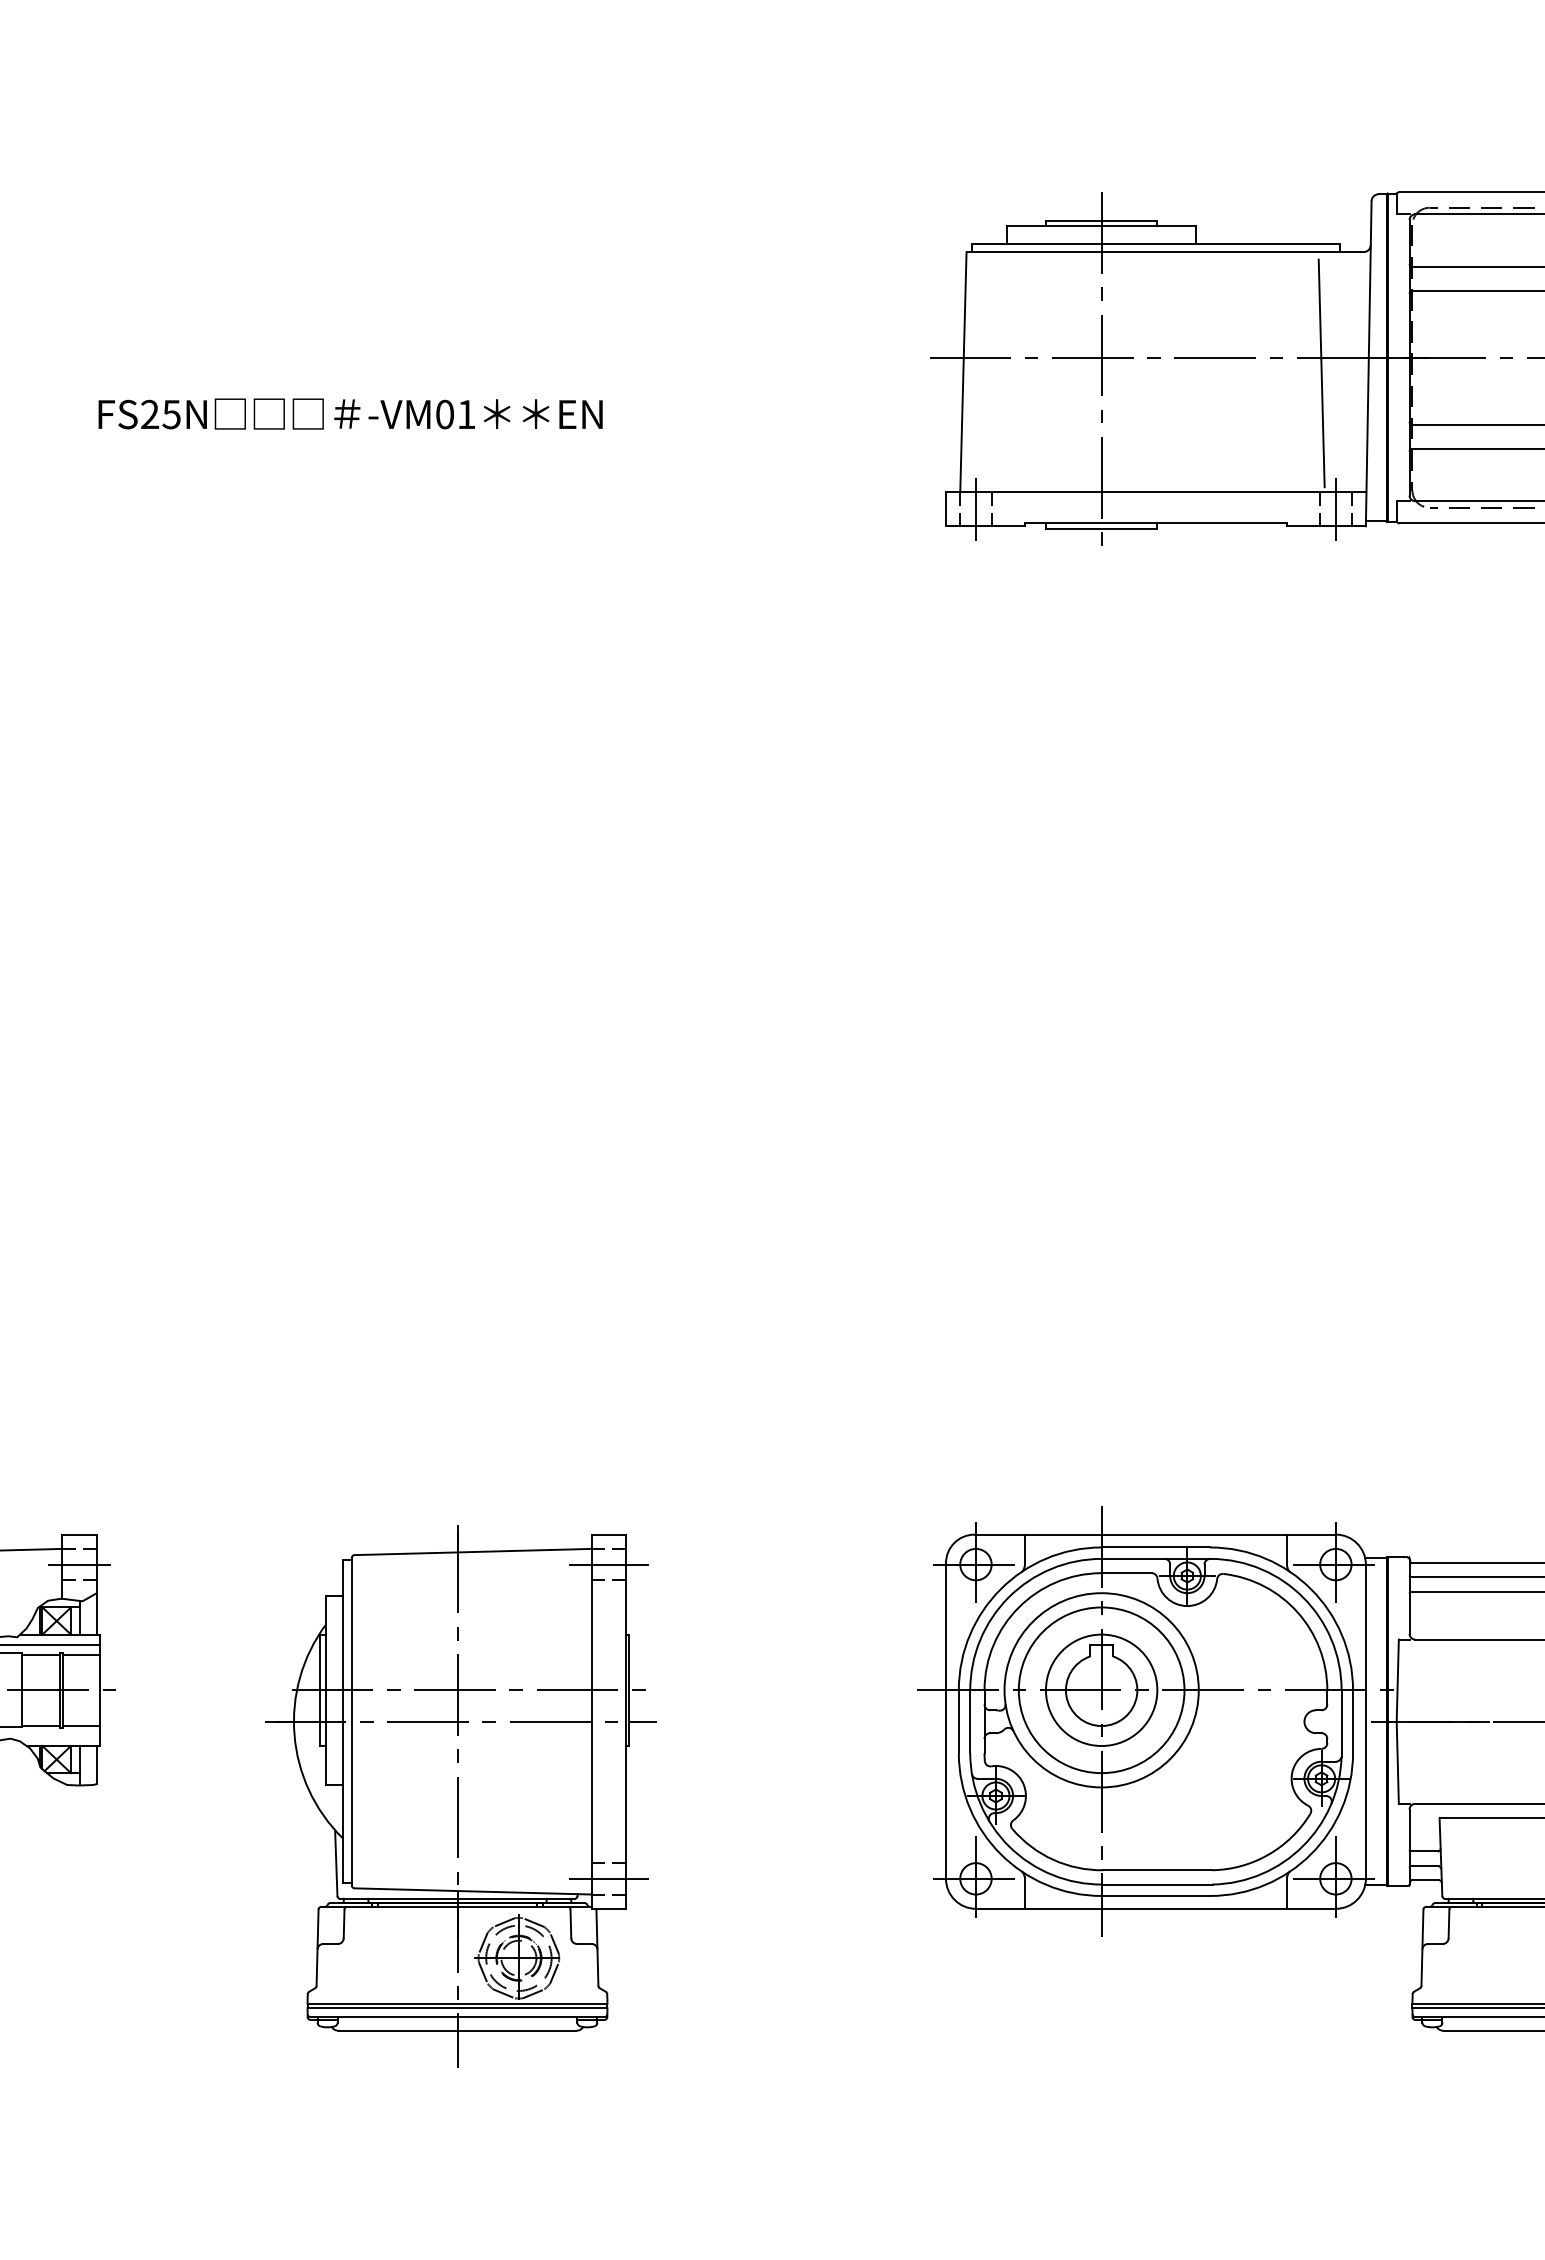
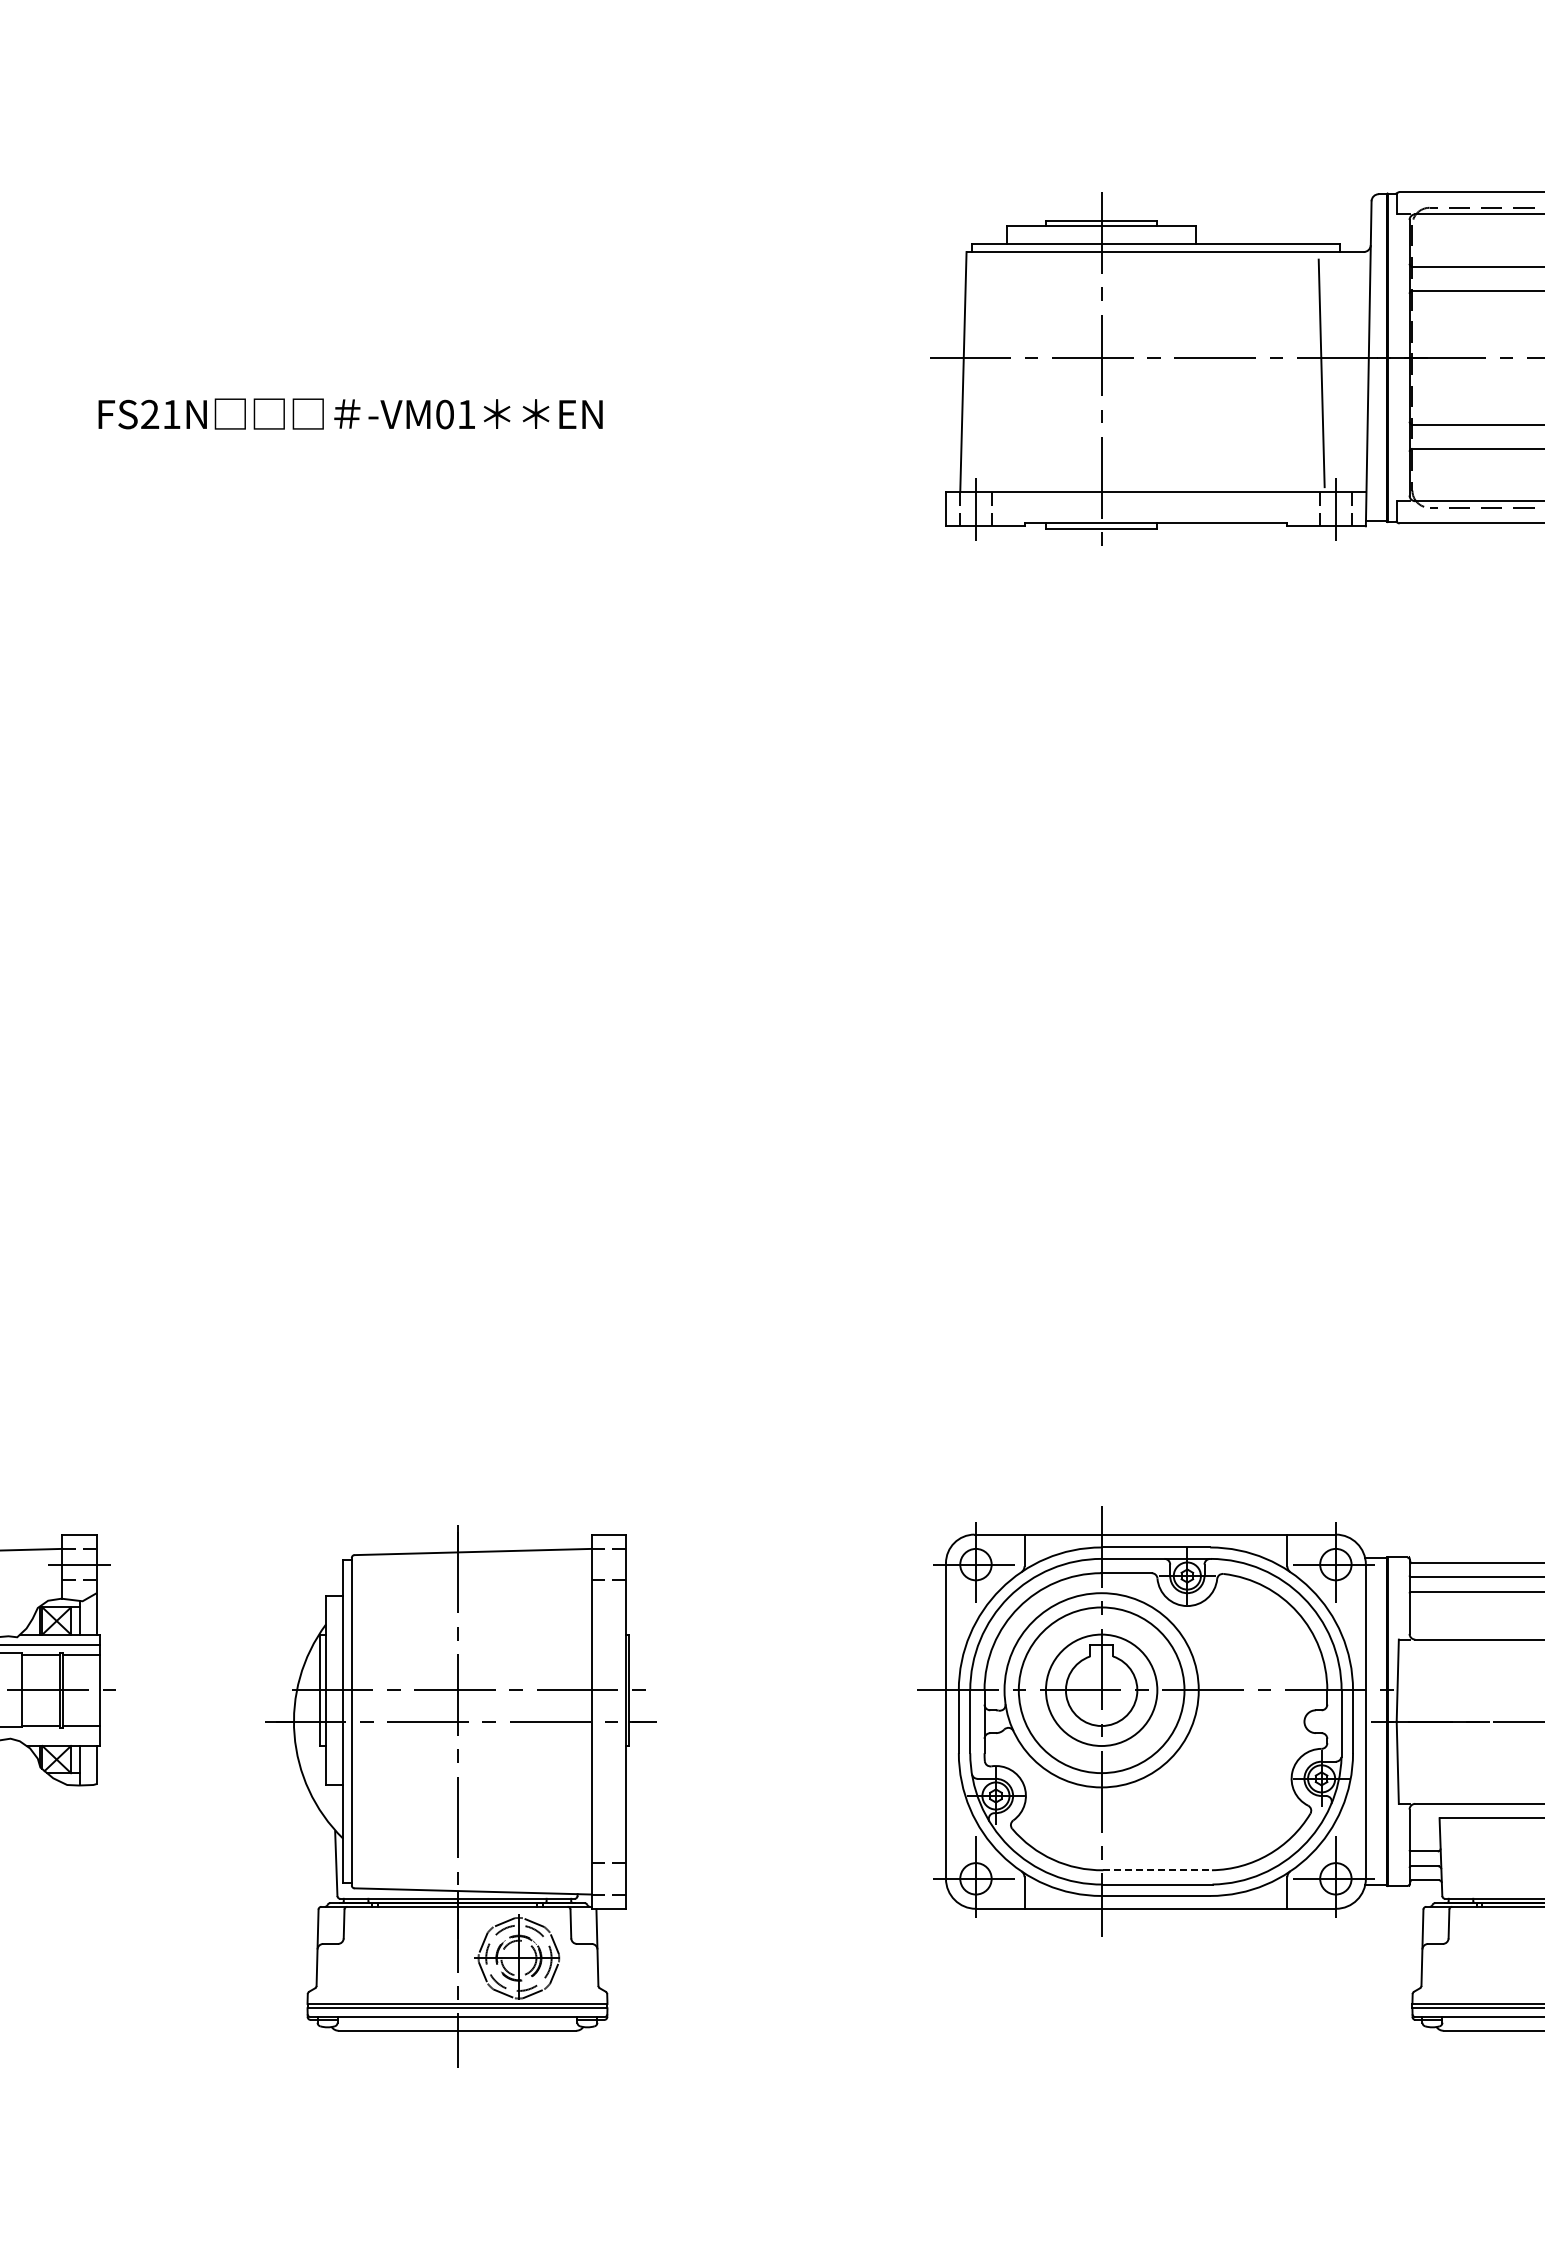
text at (171, 414): FS25N -> FS21N
line at (608, 1564): present -> none
line at (1158, 1870): solid -> dashed
line at (608, 1878): present -> none
